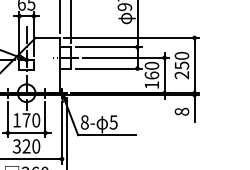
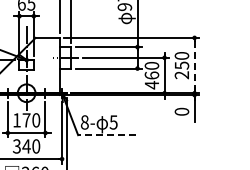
line at (194, 66): solid -> dashed
text at (151, 85): 160 -> 460
text at (181, 111): 8 -> 0
line at (106, 135): solid -> dashed
text at (26, 146): 320 -> 340
